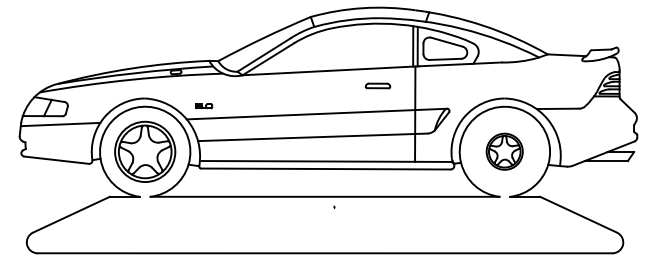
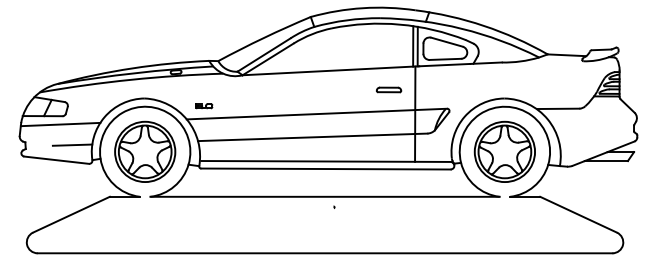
part at (378, 85) position: (378, 85) -> (389, 89)
line at (72, 144): none -> present
part at (504, 151) size: 39x39 px -> 63x63 px
